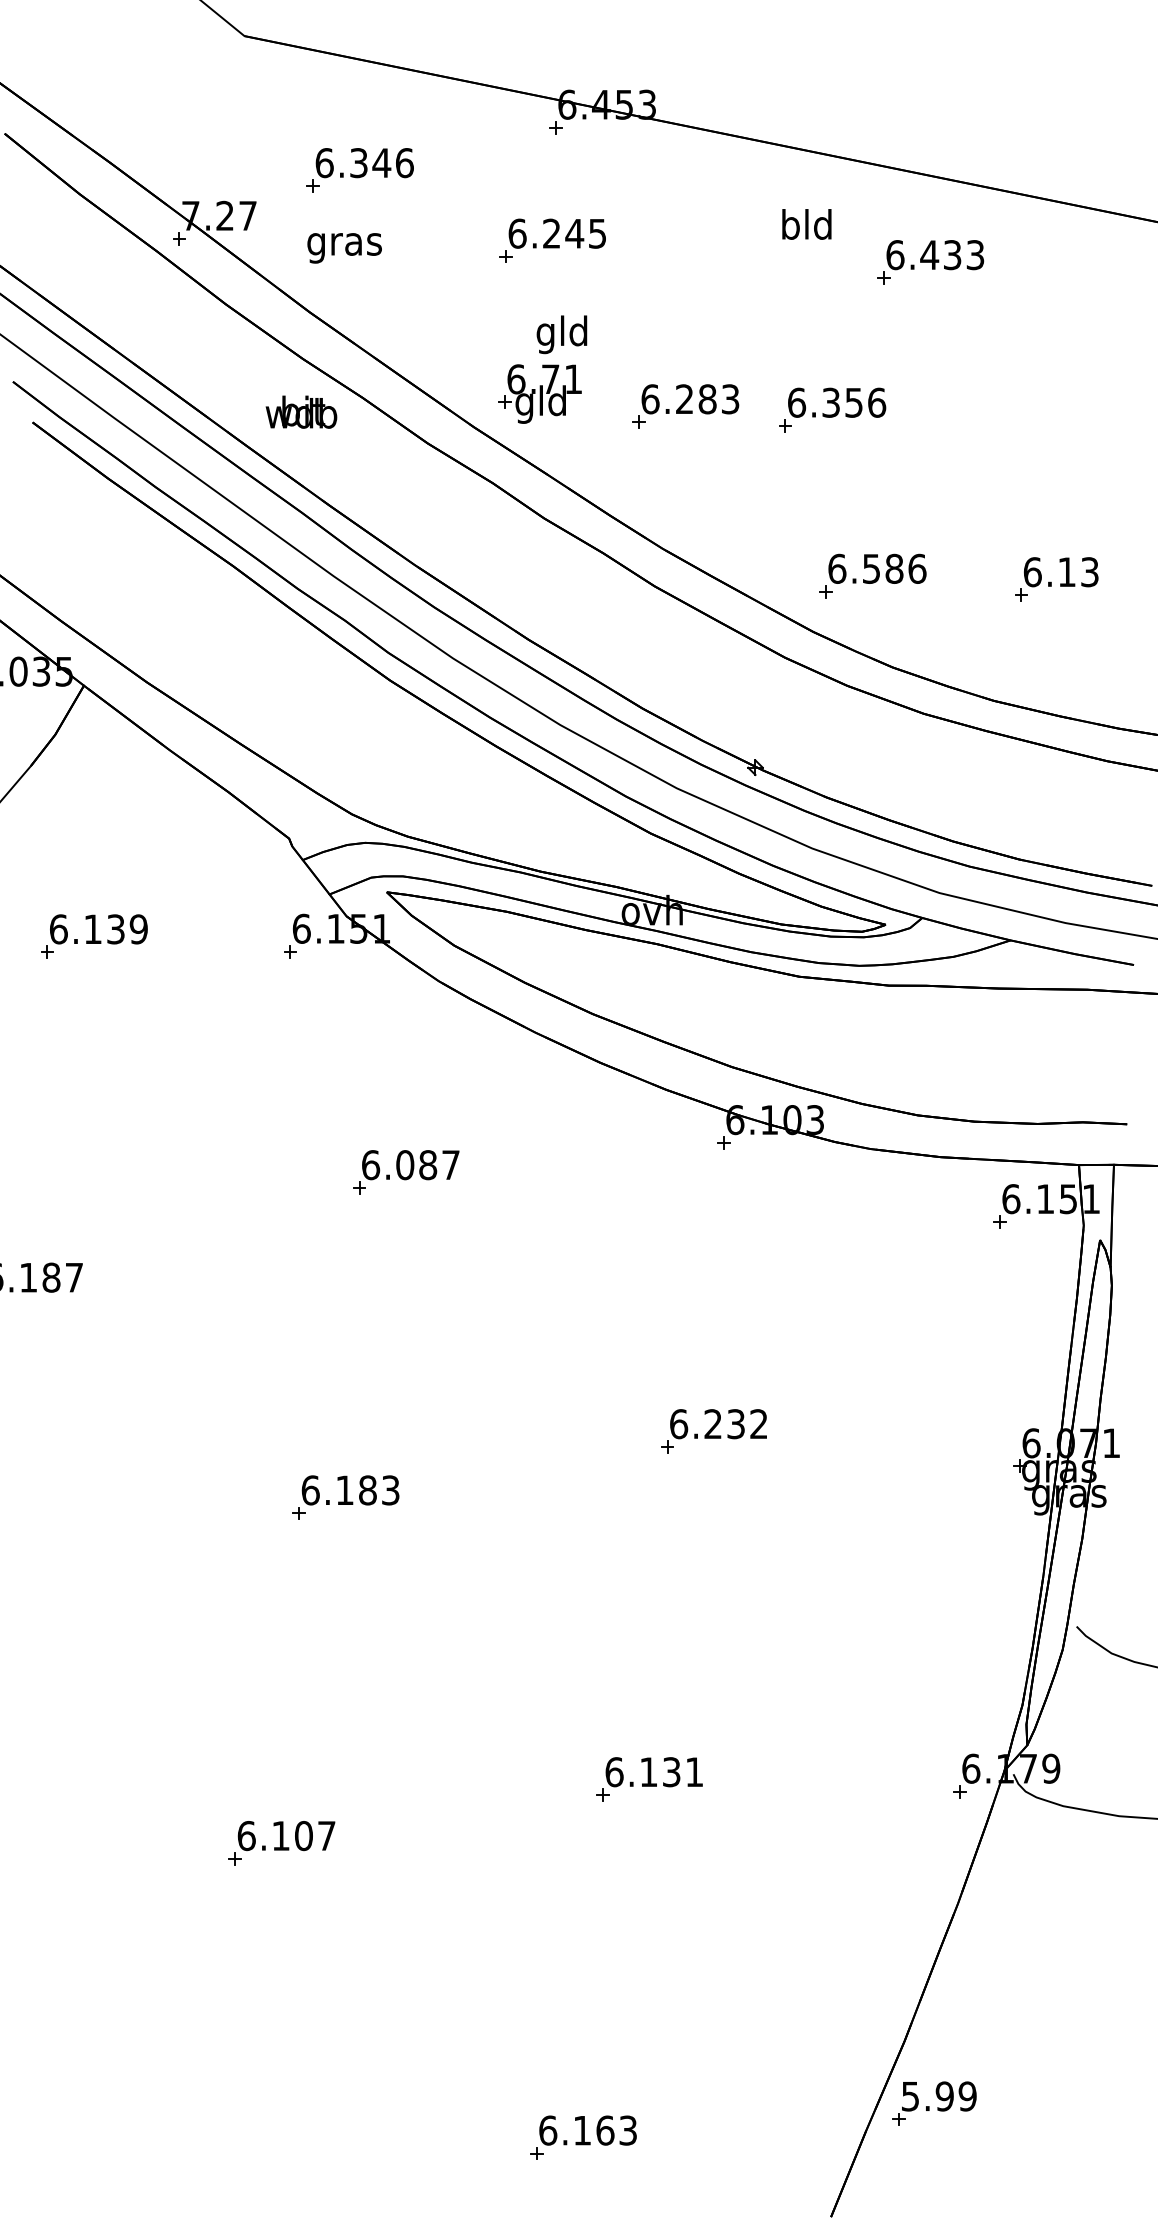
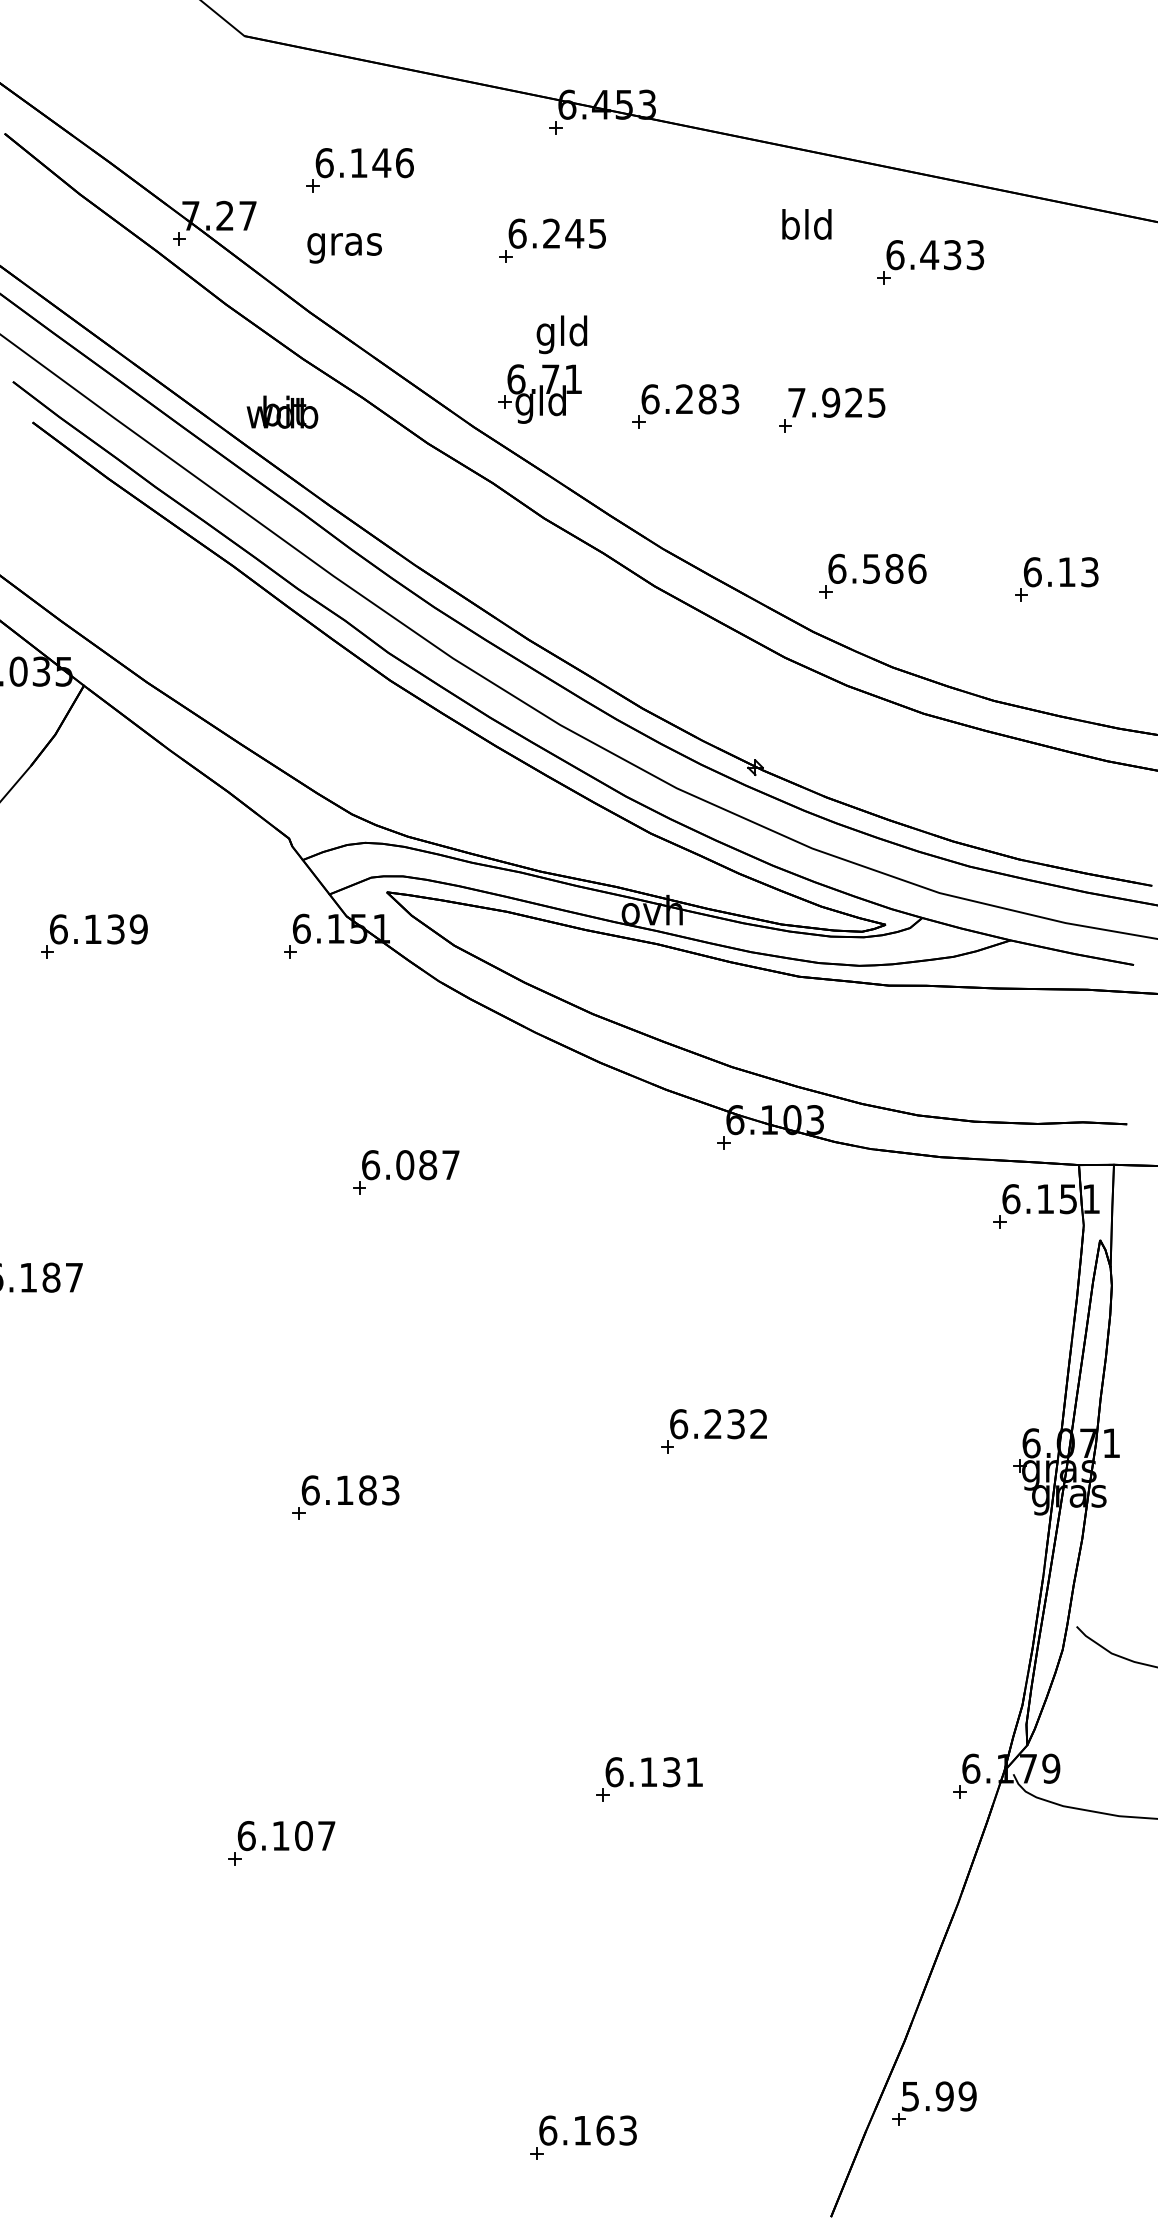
text at (358, 163): 6.346 -> 6.146
text at (837, 402): 6.356 -> 7.925
text at (301, 411) position: (301, 411) -> (282, 411)
